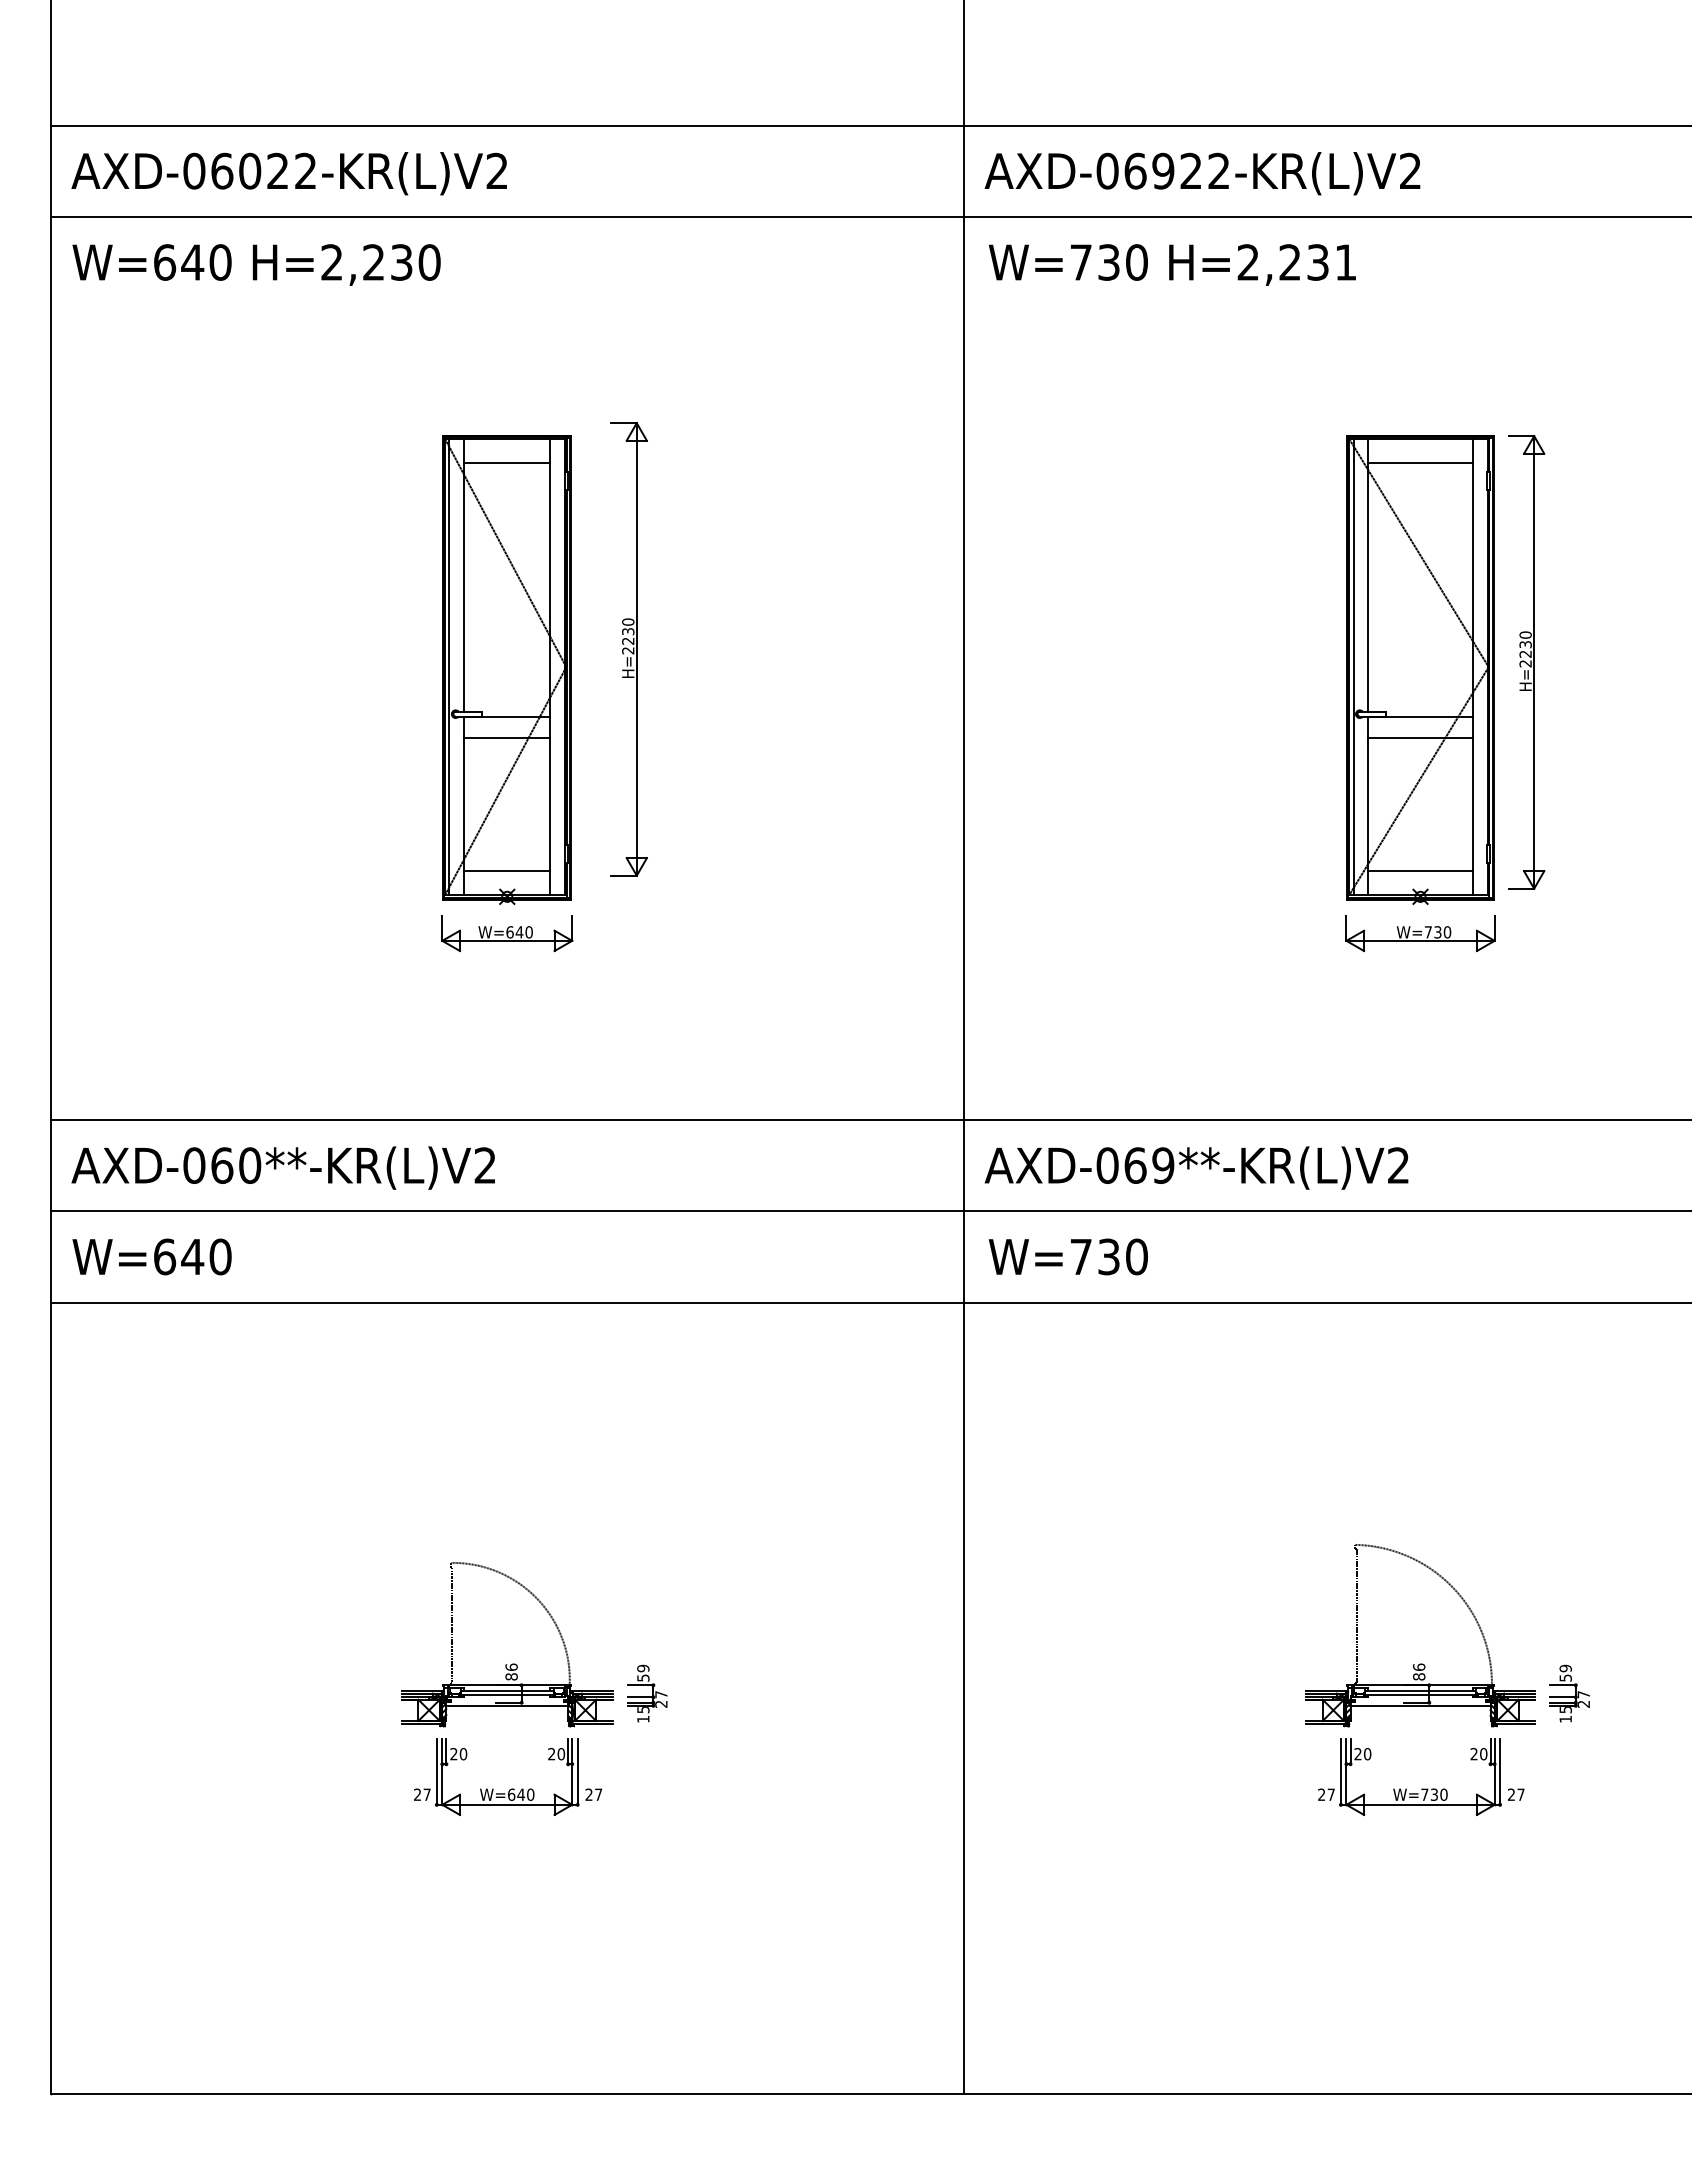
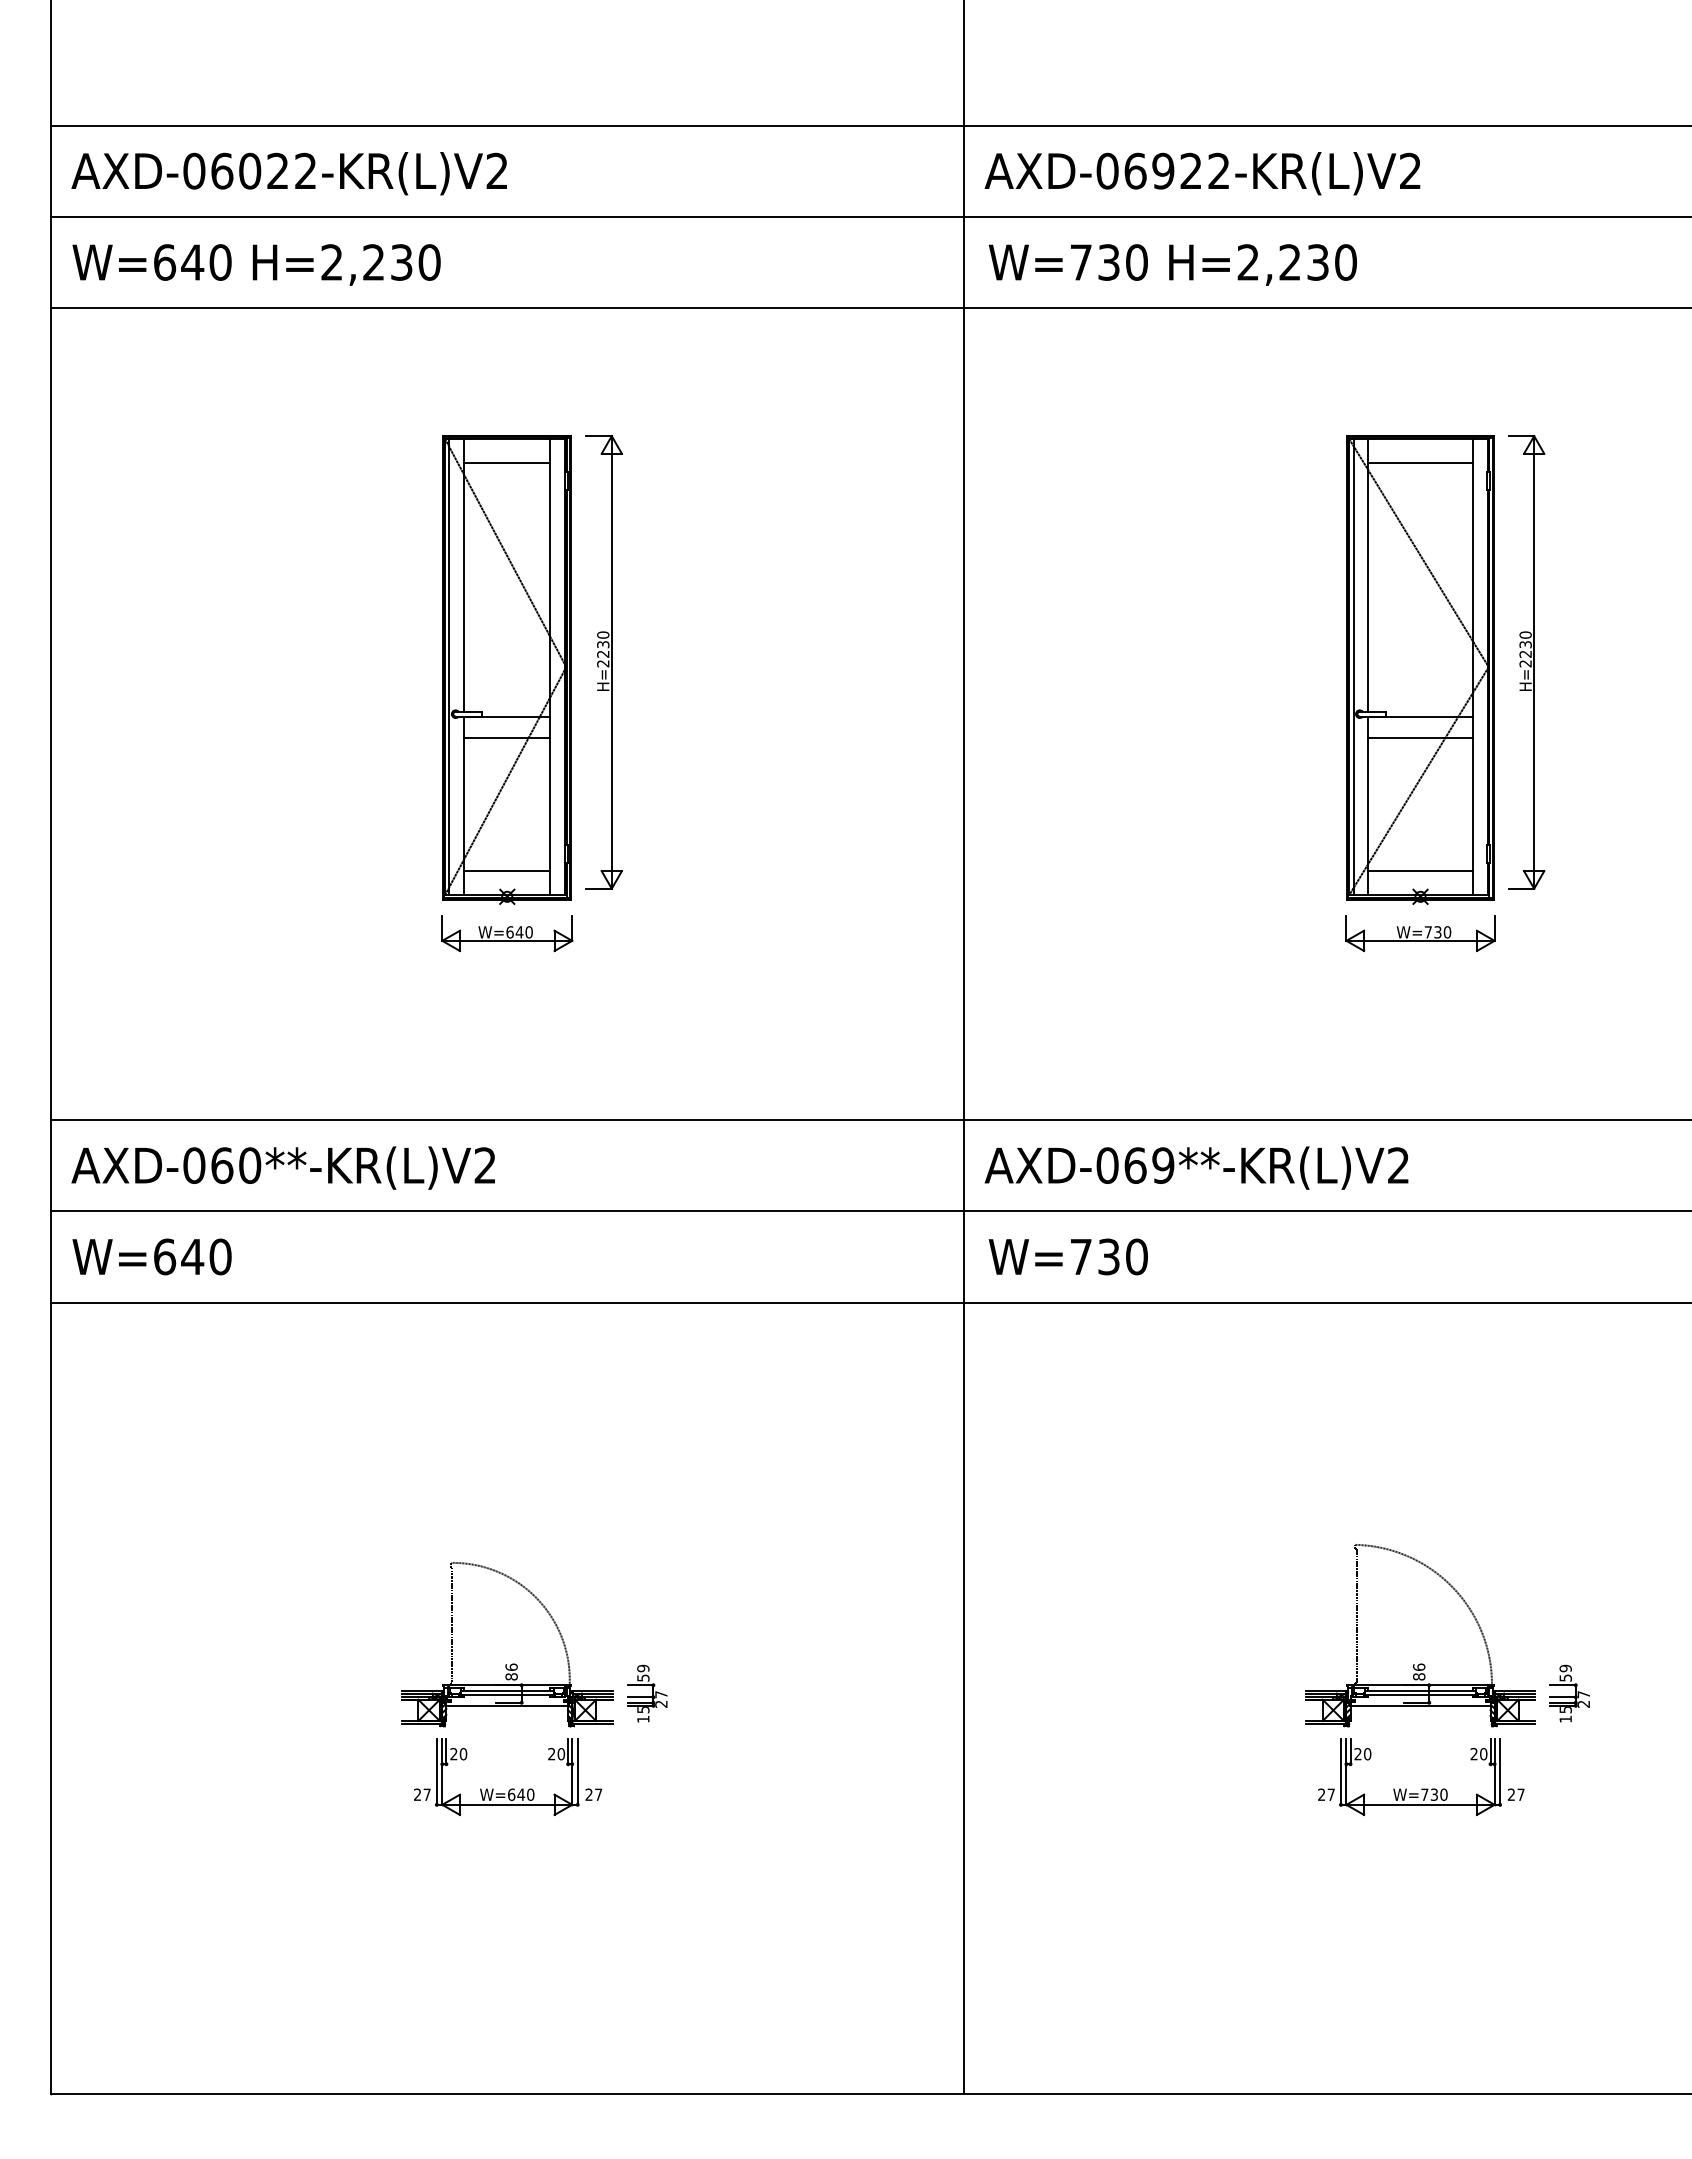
text at (1346, 262): H=2,231 -> H=2,230
line at (869, 308): none -> present
part at (628, 649) position: (628, 649) -> (603, 662)
